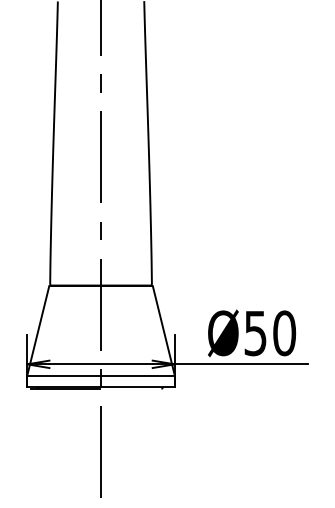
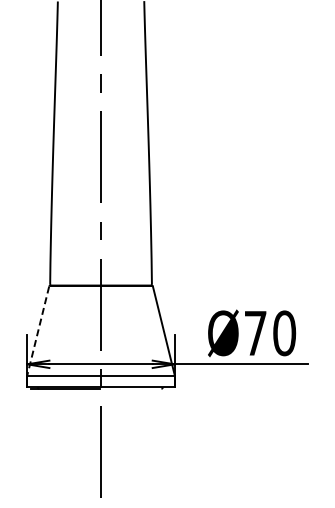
line at (38, 331): solid -> dashed
text at (255, 333): Ø50 -> Ø70
